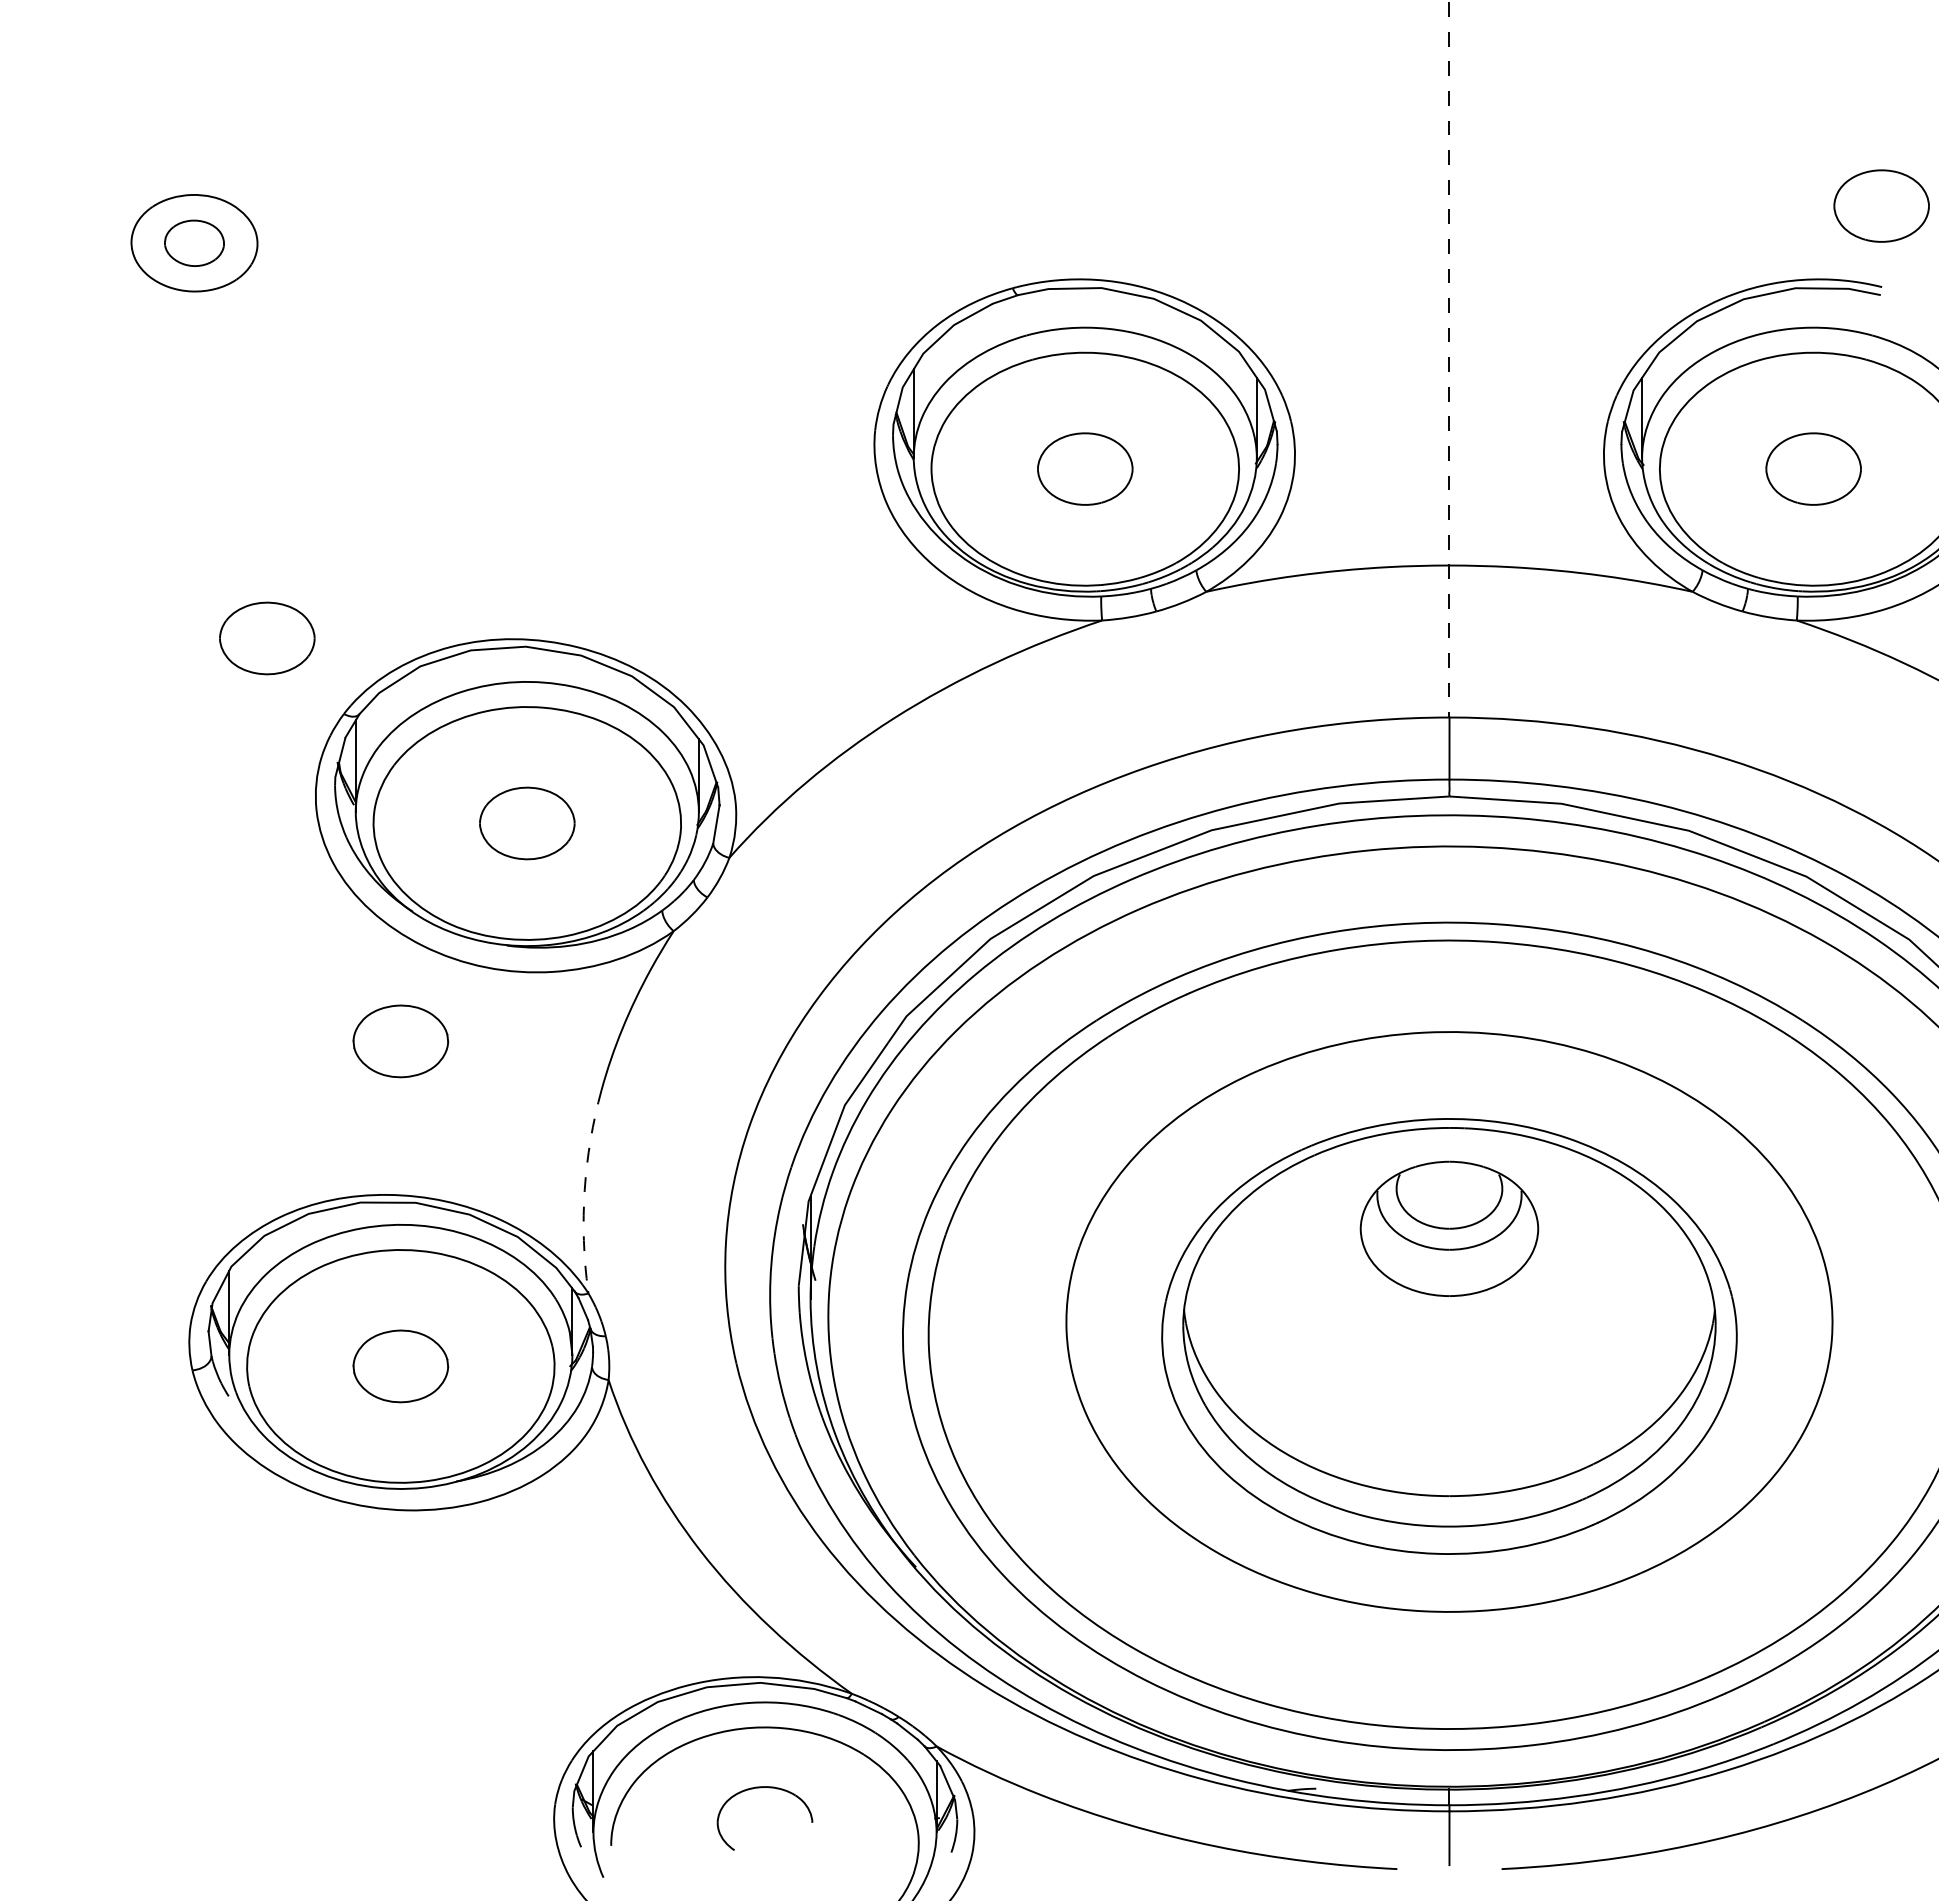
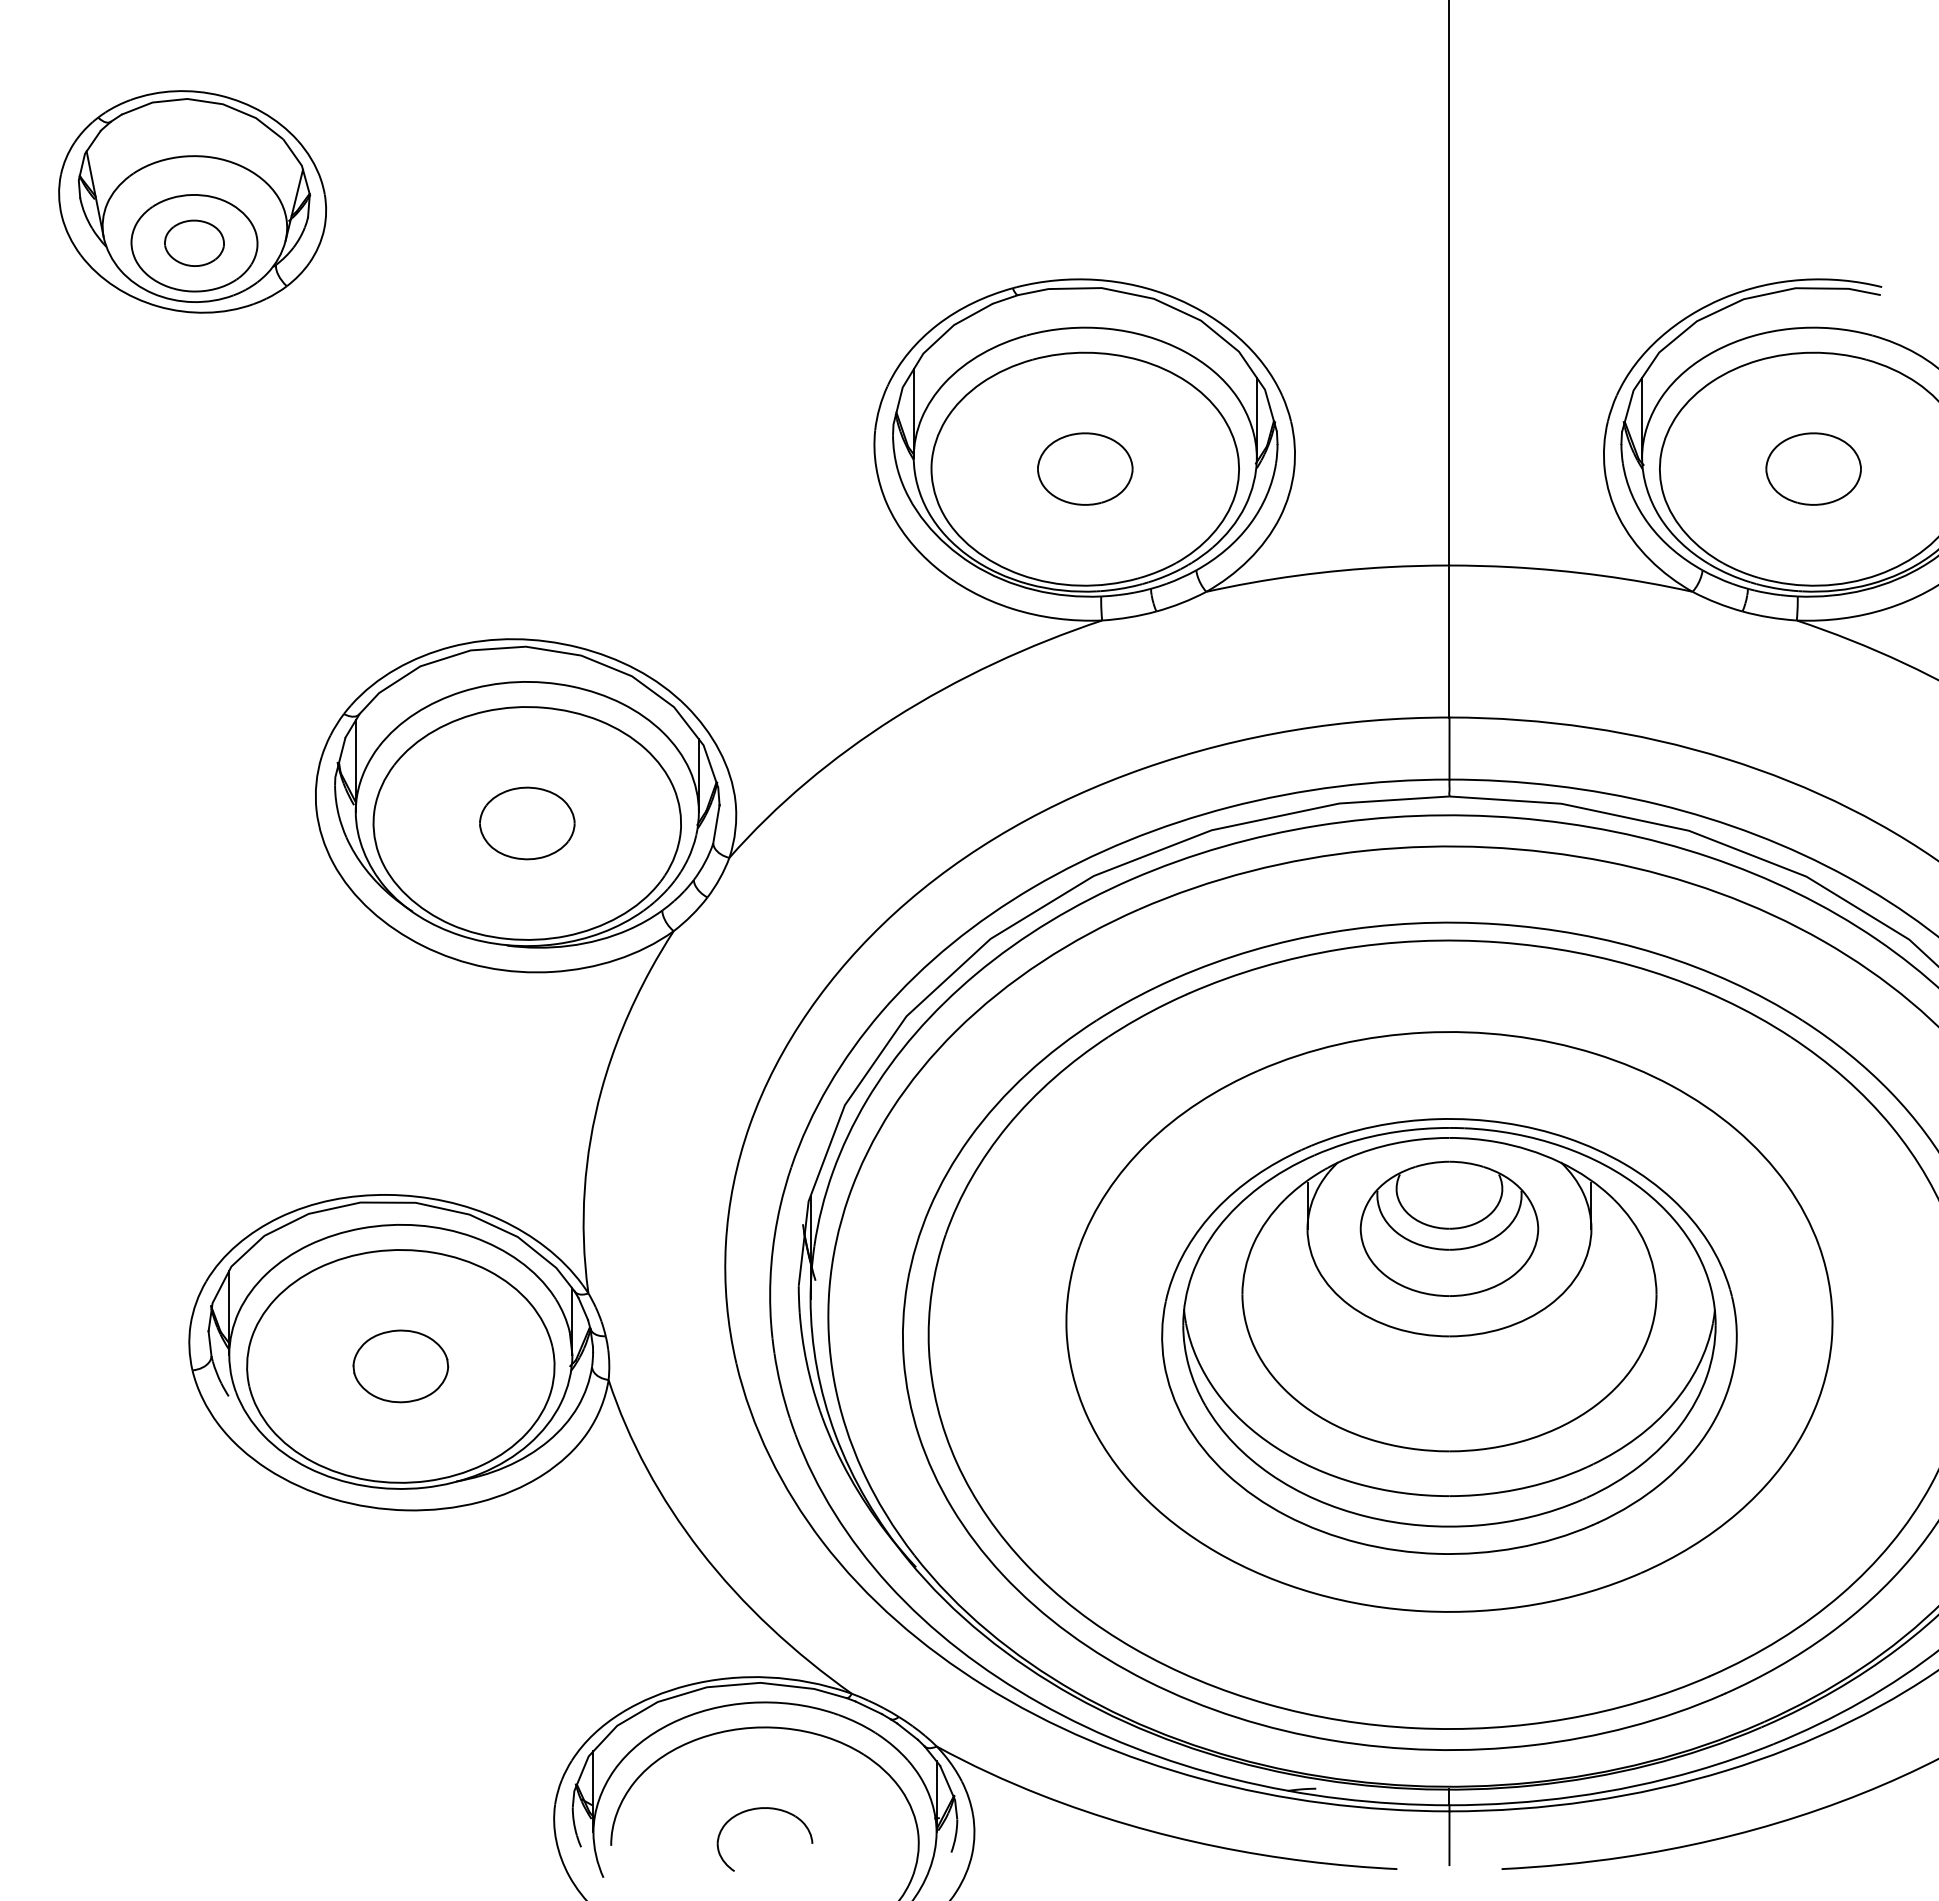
part at (192, 201): none -> present
part at (1881, 205): present -> none
line at (1449, 359): dashed -> solid
part at (267, 638): present -> none
part at (400, 1041): present -> none
arc at (584, 1189): dashed -> solid
part at (1449, 1294): none -> present
part at (760, 1788) position: (760, 1788) -> (760, 1809)
